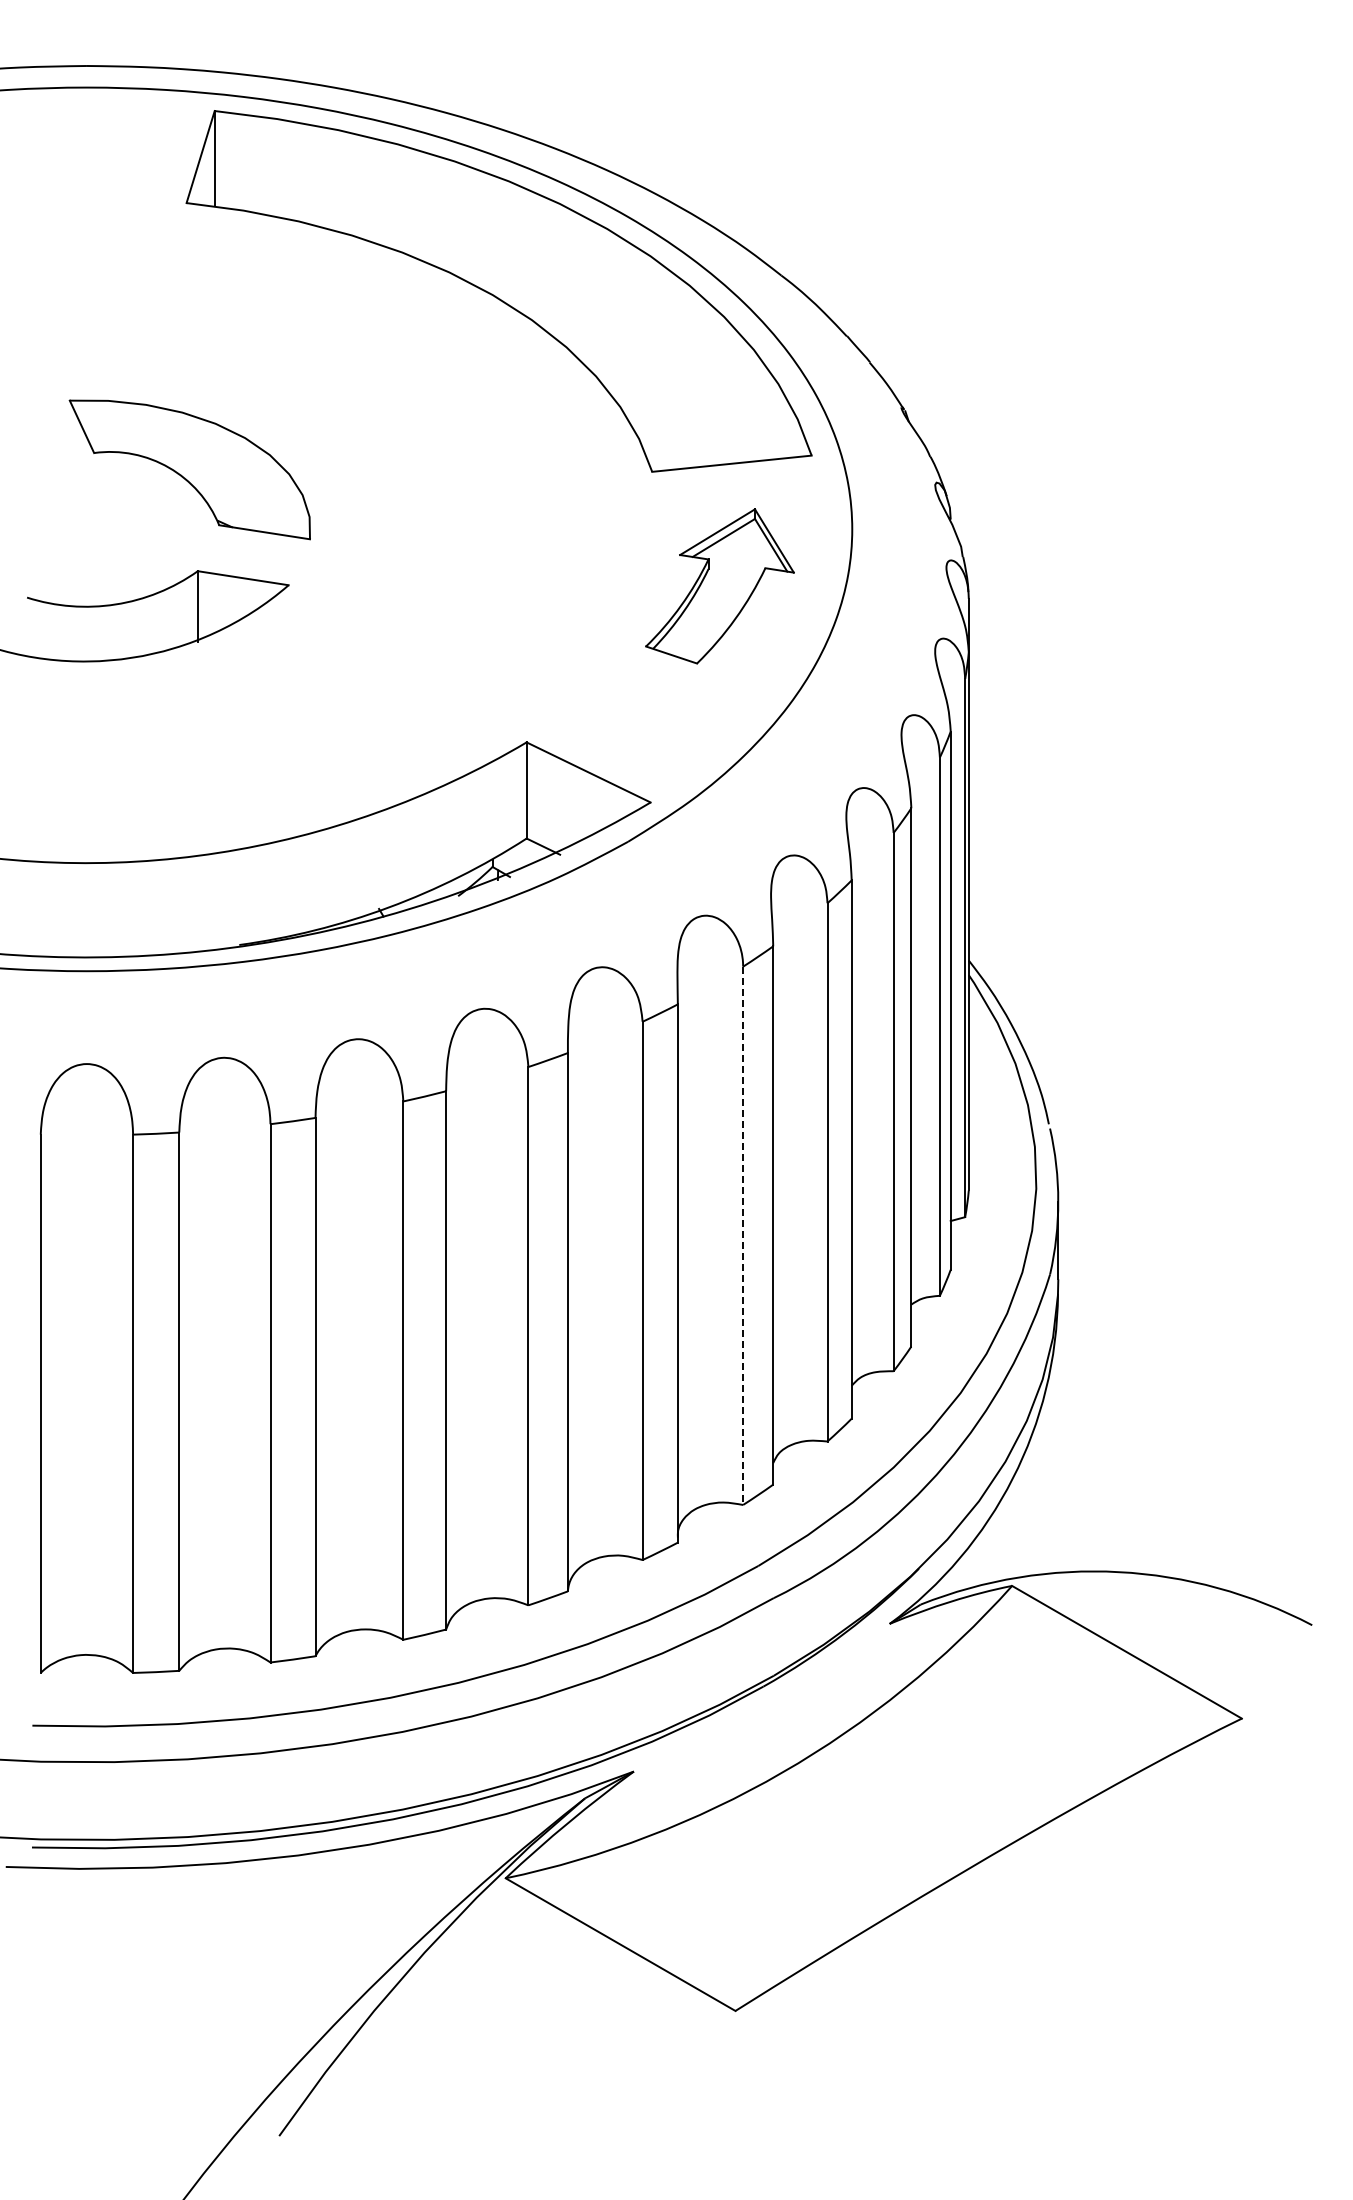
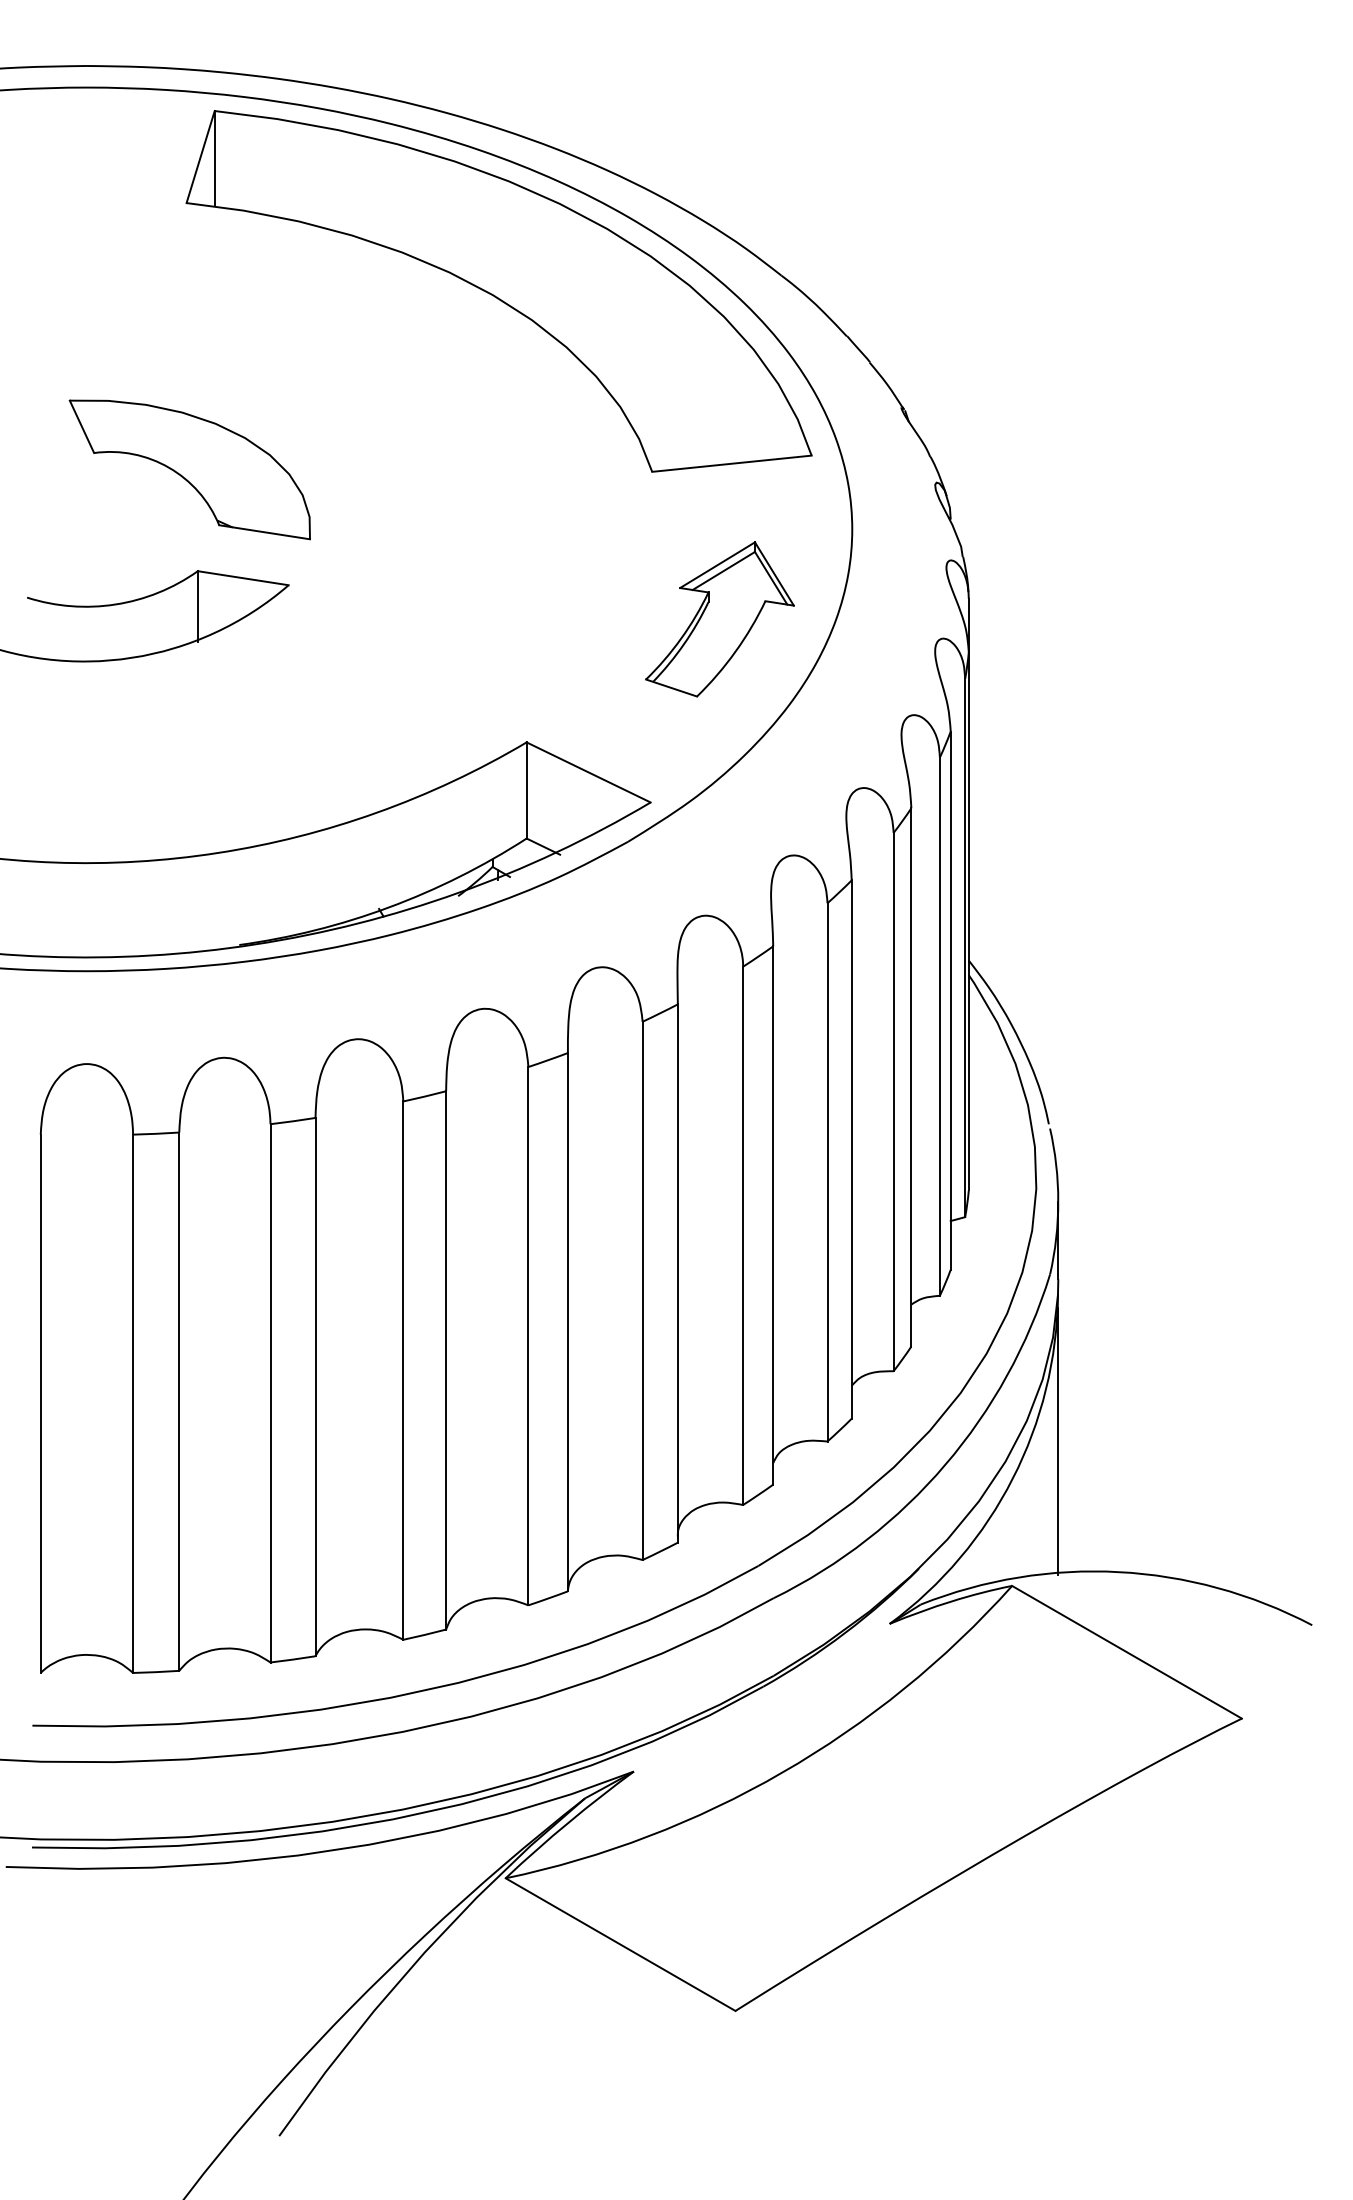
part at (719, 586) position: (719, 586) -> (719, 619)
line at (743, 1236): dashed -> solid
line at (1058, 1441): none -> present
